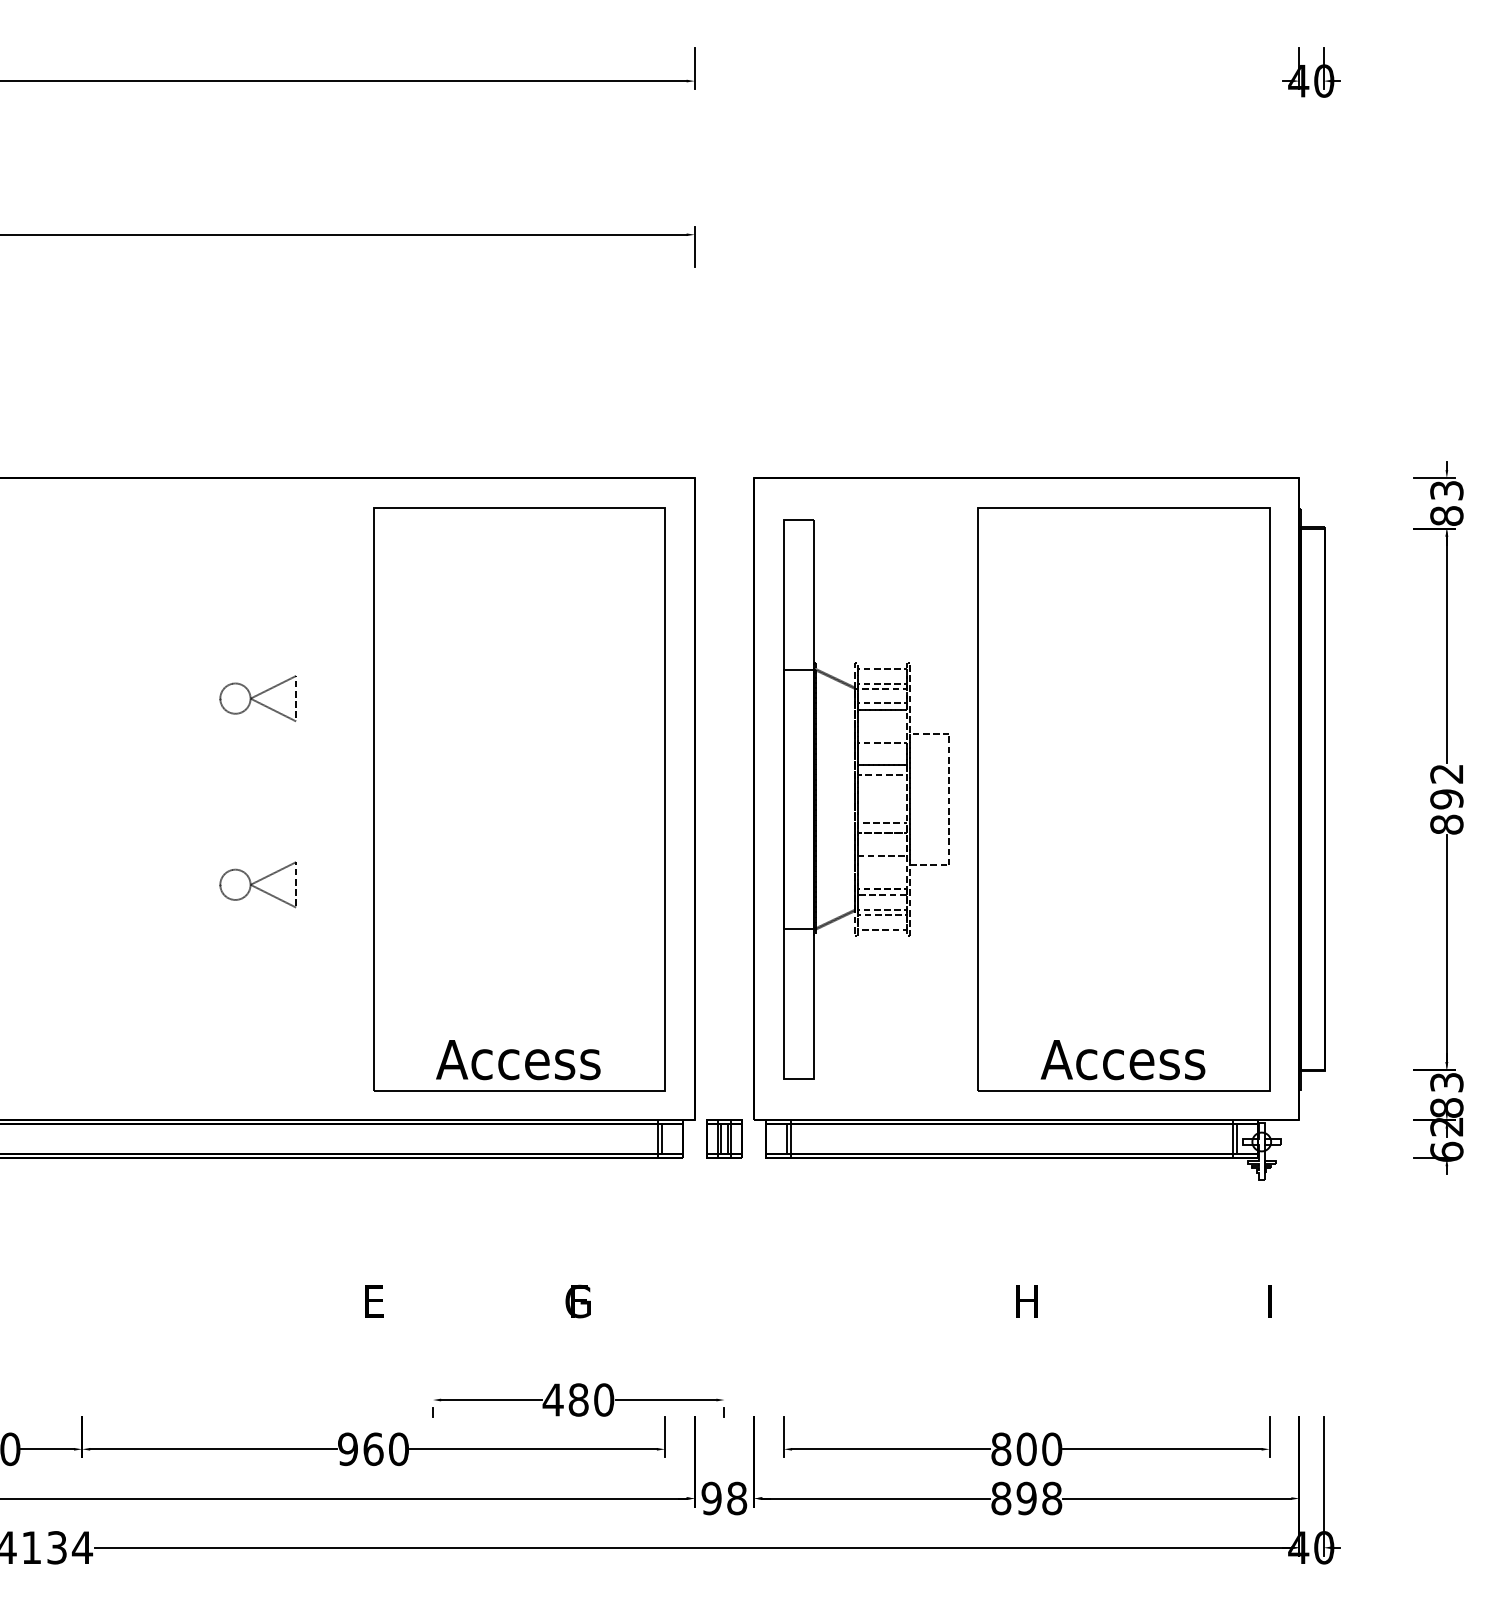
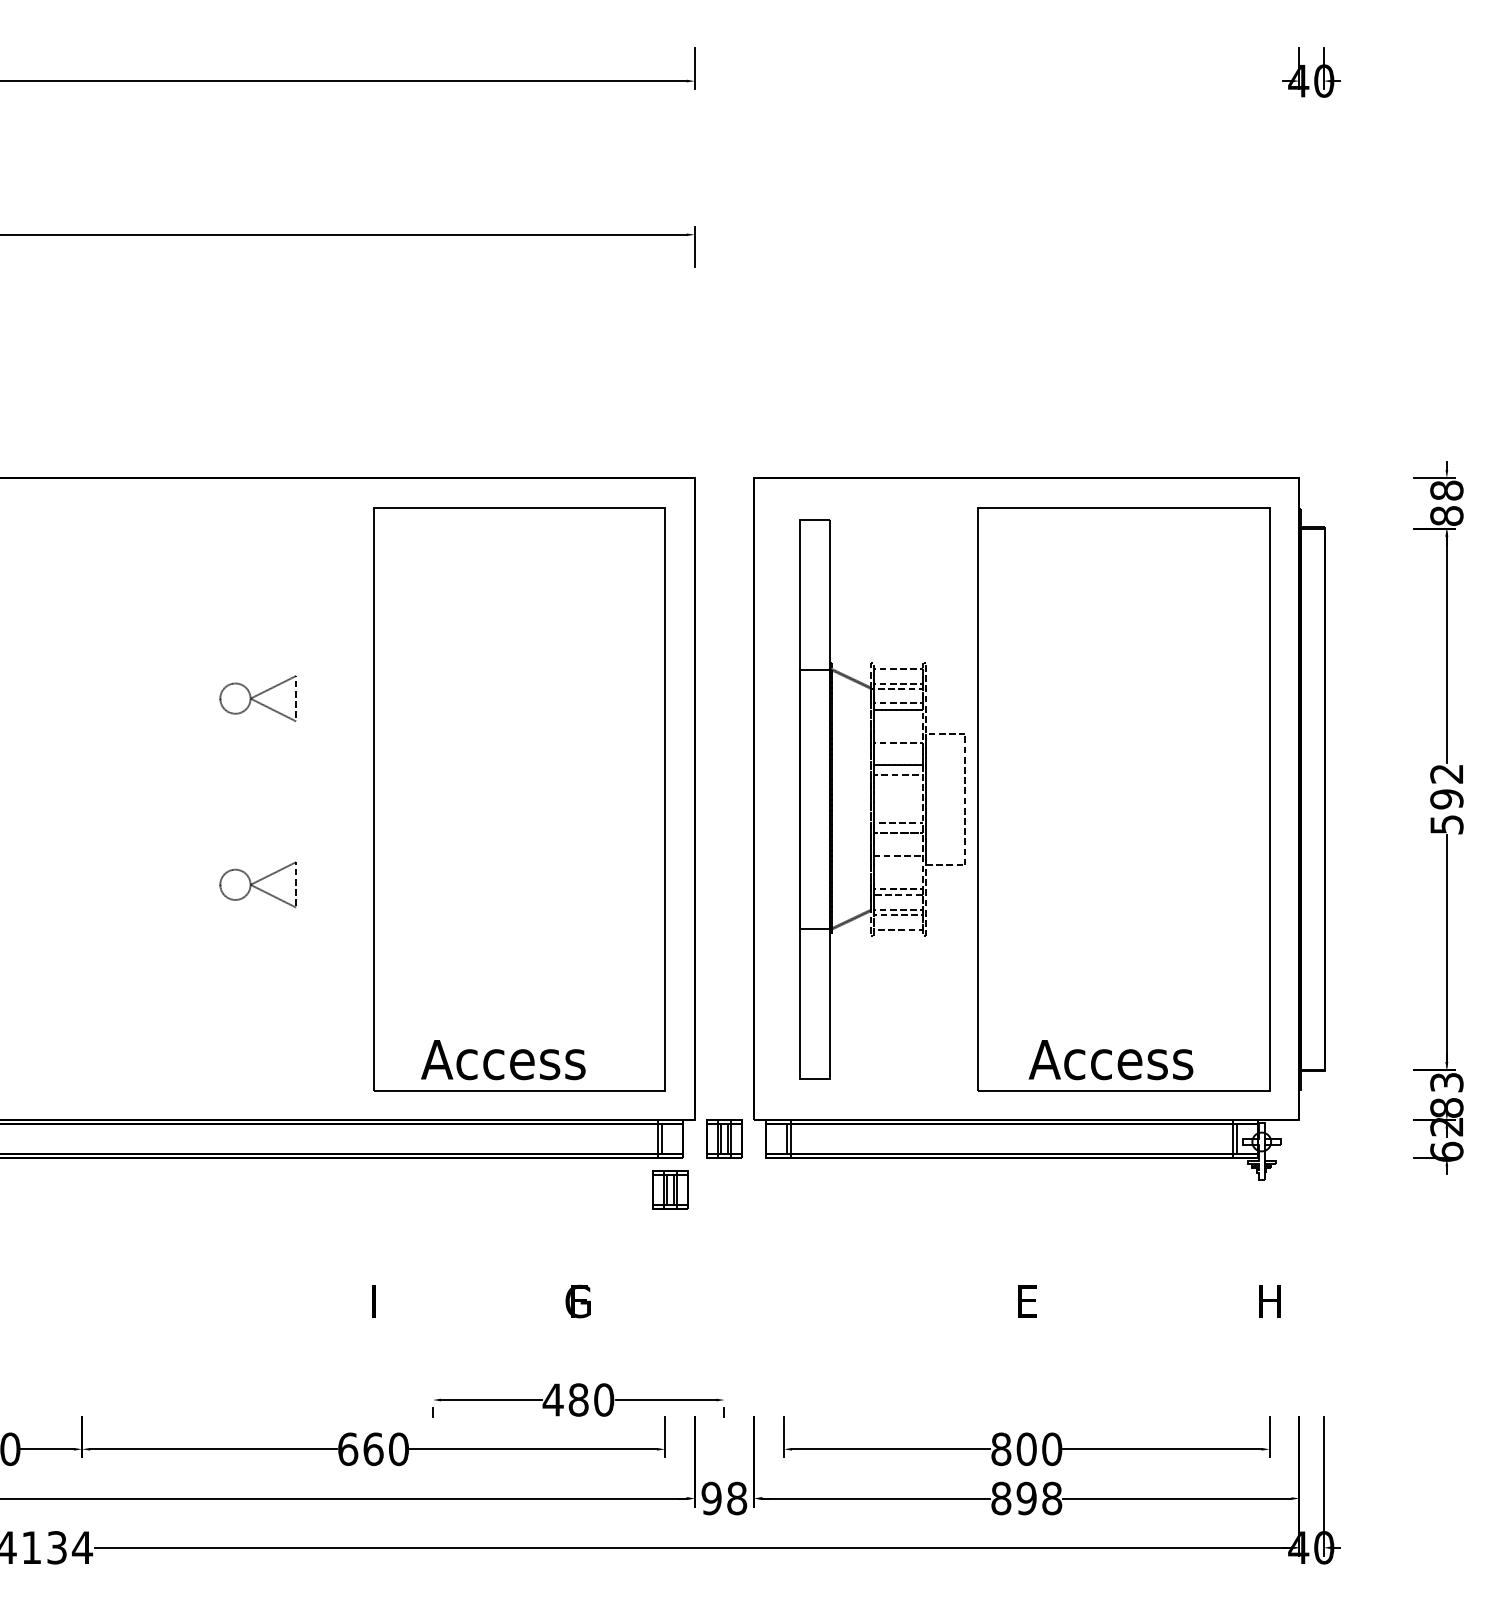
text at (1446, 490): 83 -> 88
part at (858, 799) position: (858, 799) -> (874, 799)
text at (1446, 824): 892 -> 592
text at (518, 1060) position: (518, 1060) -> (503, 1060)
text at (1122, 1060) position: (1122, 1060) -> (1110, 1060)
part at (670, 1189): none -> present
text at (374, 1301): E -> I
text at (1026, 1301): H -> E
text at (1269, 1301): I -> H
text at (348, 1449): 960 -> 660
